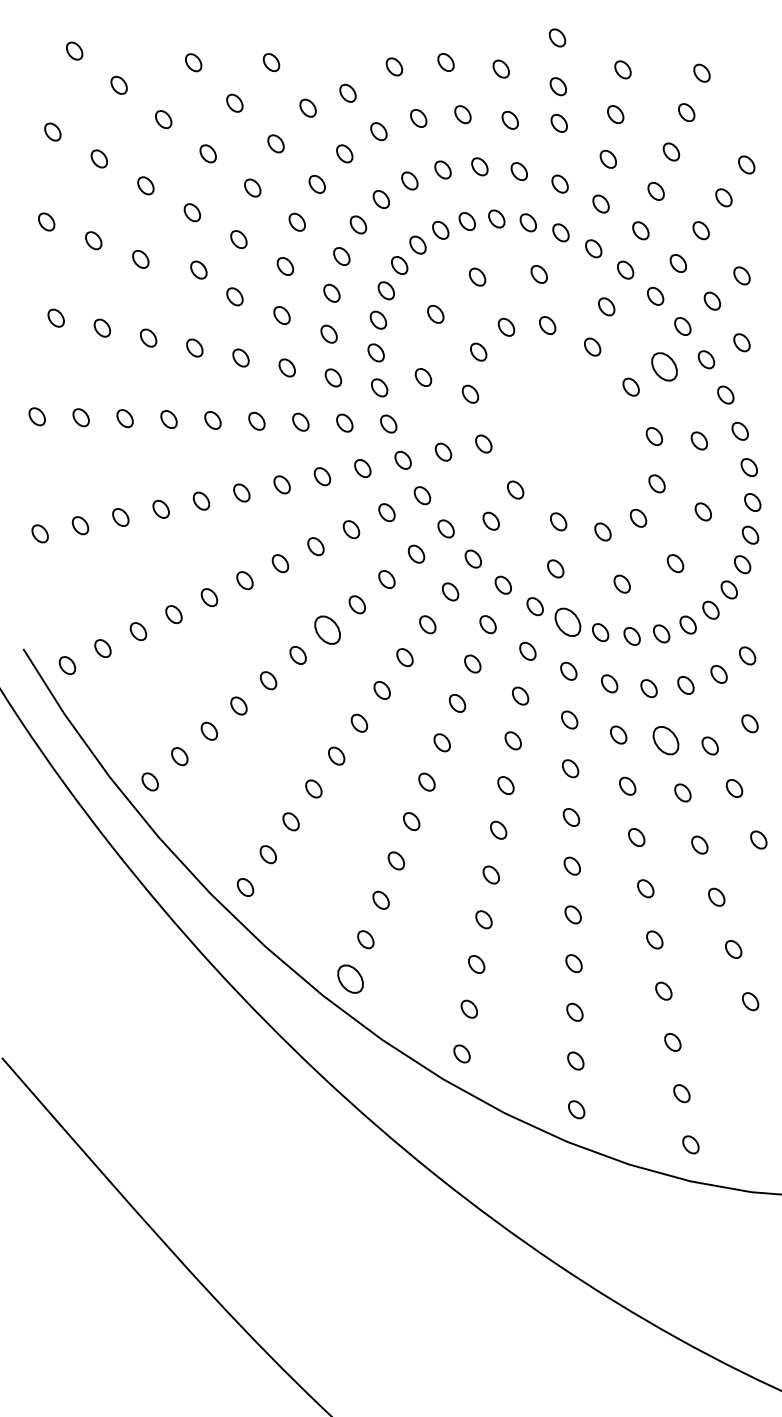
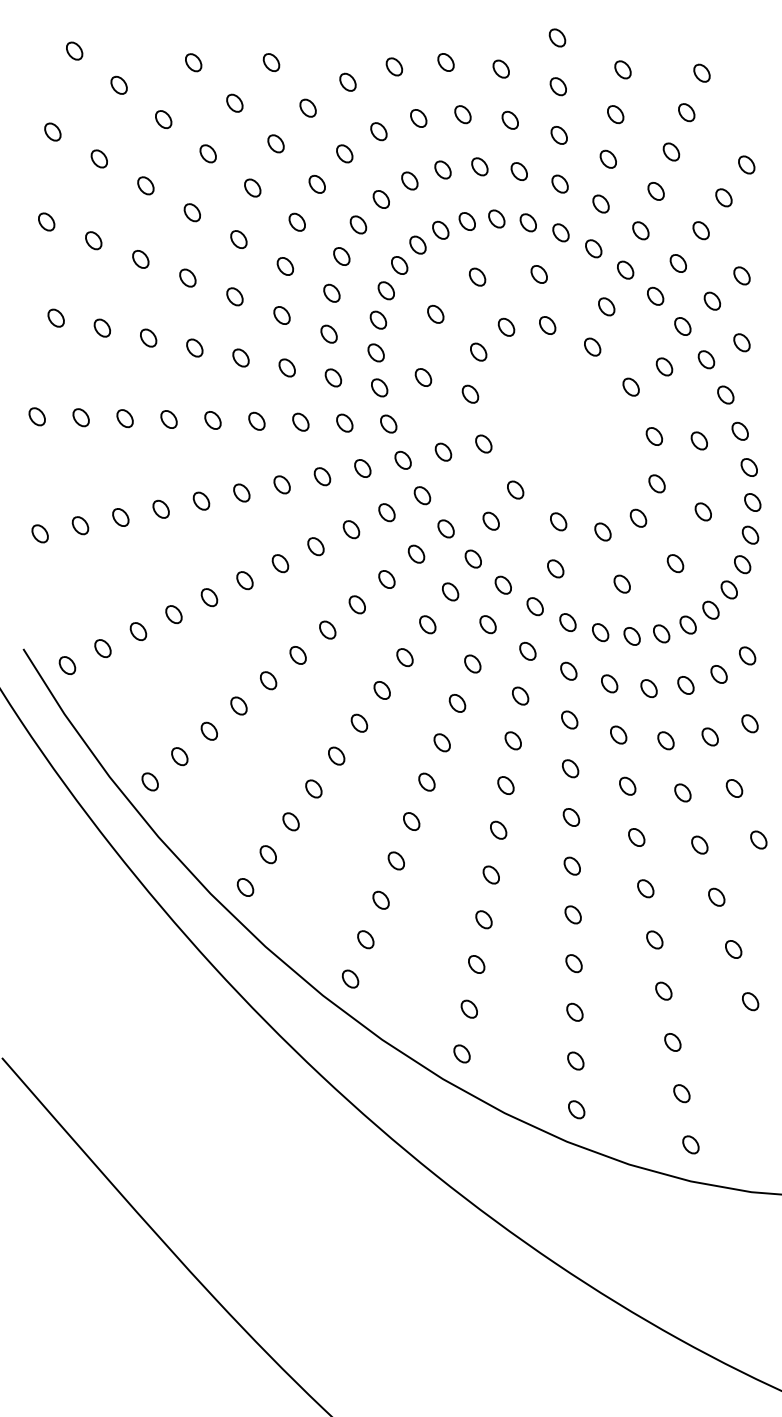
part at (347, 92) position: (347, 92) -> (347, 81)
part at (558, 123) position: (558, 123) -> (558, 135)
part at (198, 269) position: (198, 269) -> (187, 277)
part at (664, 366) size: 27x30 px -> 19x20 px
part at (567, 621) size: 28x30 px -> 18x20 px
part at (327, 629) size: 27x30 px -> 18x20 px
part at (665, 740) size: 28x30 px -> 18x20 px
part at (709, 745) position: (709, 745) -> (709, 736)
part at (350, 978) size: 27x30 px -> 19x20 px
